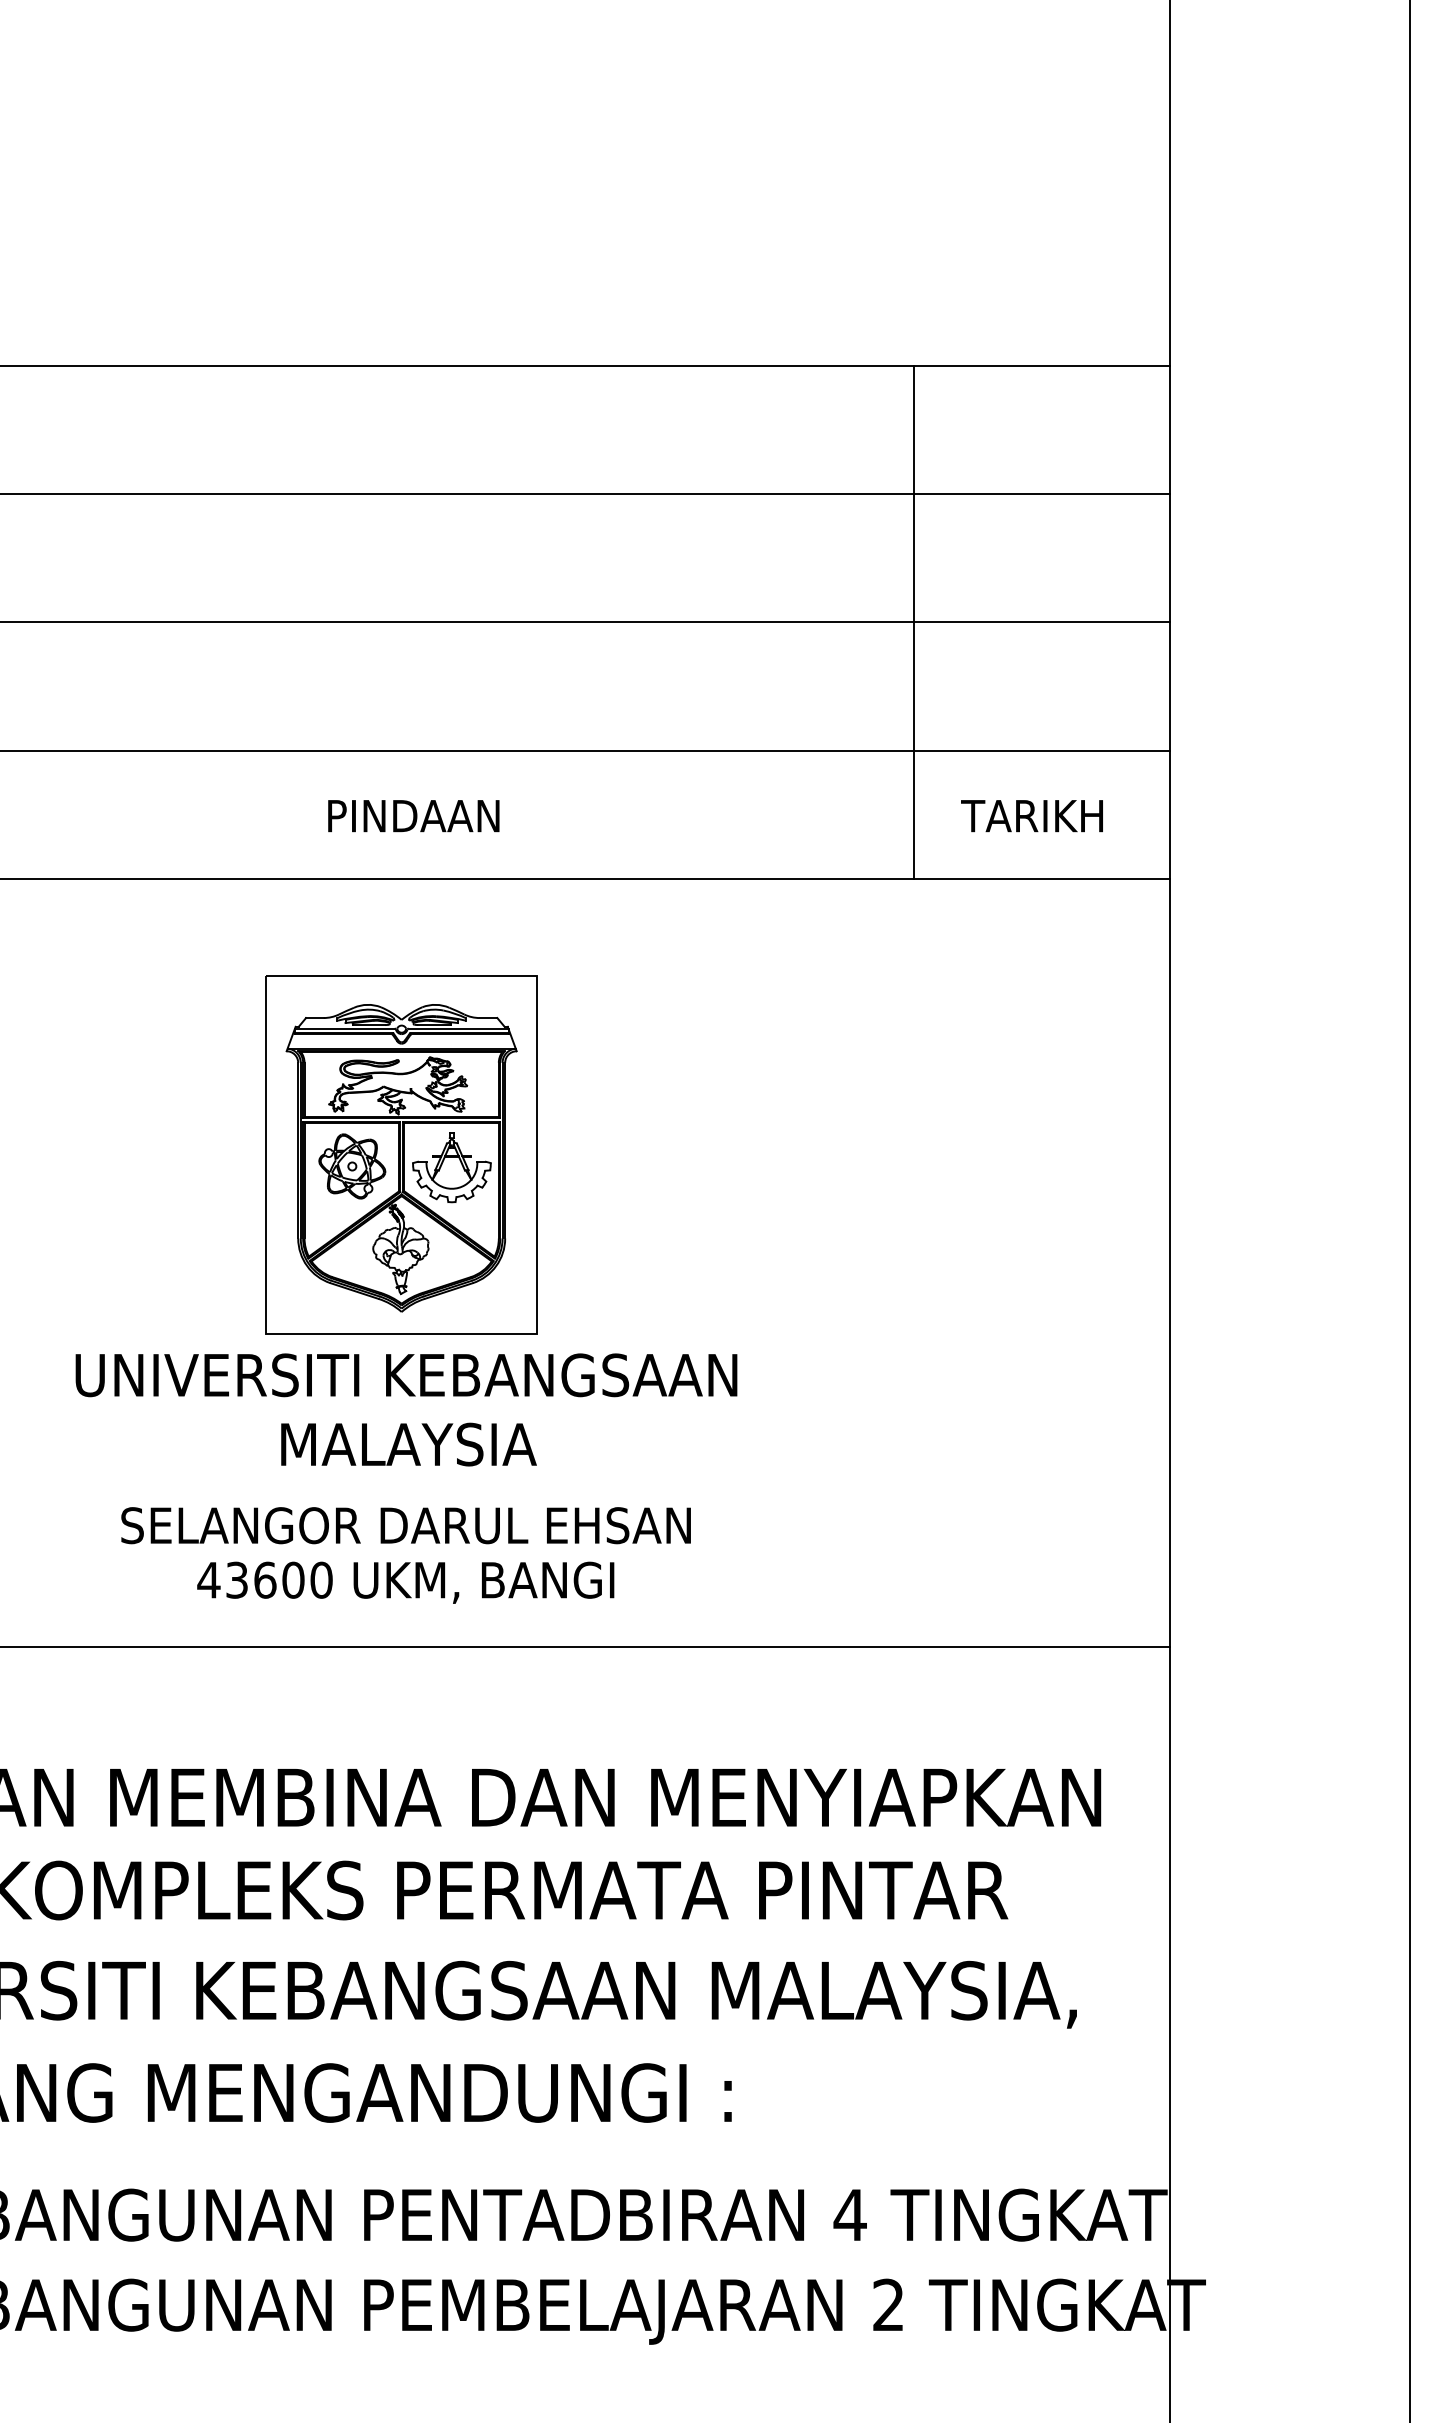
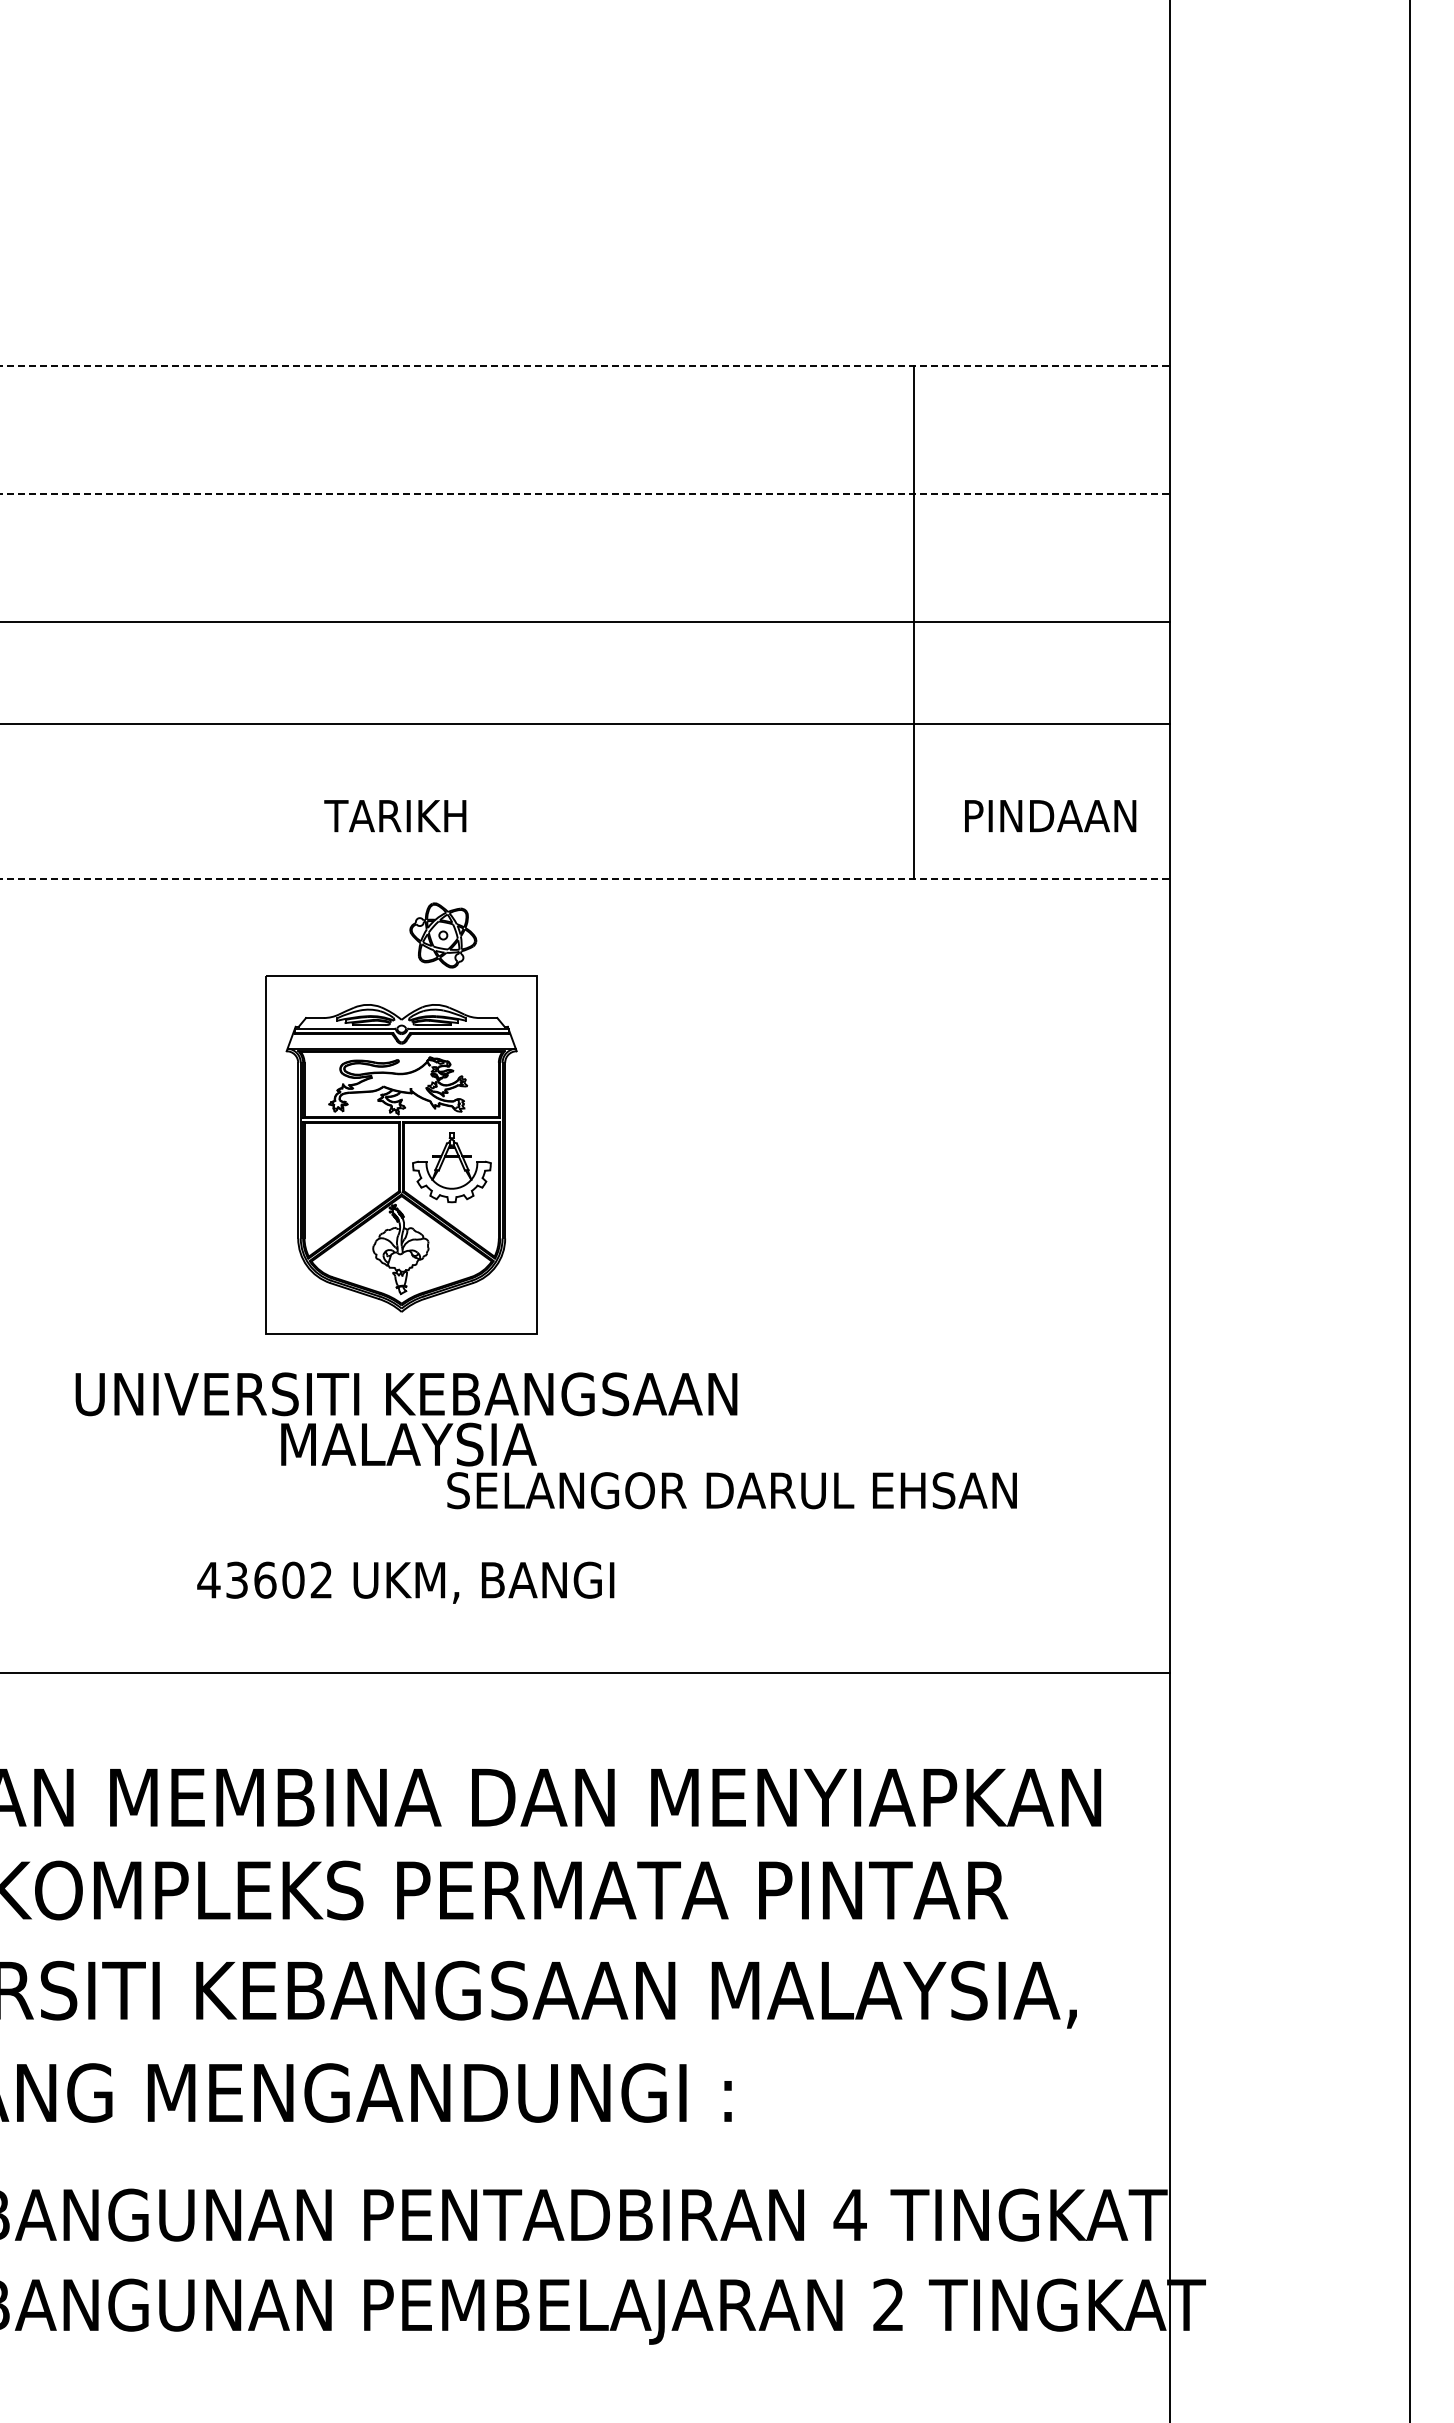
line at (585, 366): solid -> dashed
line at (585, 494): solid -> dashed
line at (586, 750) position: (586, 750) -> (586, 723)
text at (411, 816): PINDAAN -> TARIKH
text at (1048, 816): TARIKH -> PINDAAN
line at (585, 878): solid -> dashed
part at (352, 1166) position: (352, 1166) -> (443, 935)
text at (406, 1375) position: (406, 1375) -> (406, 1394)
text at (405, 1525) position: (405, 1525) -> (731, 1490)
text at (321, 1579): 43600 -> 43602
line at (586, 1647) position: (586, 1647) -> (586, 1673)
